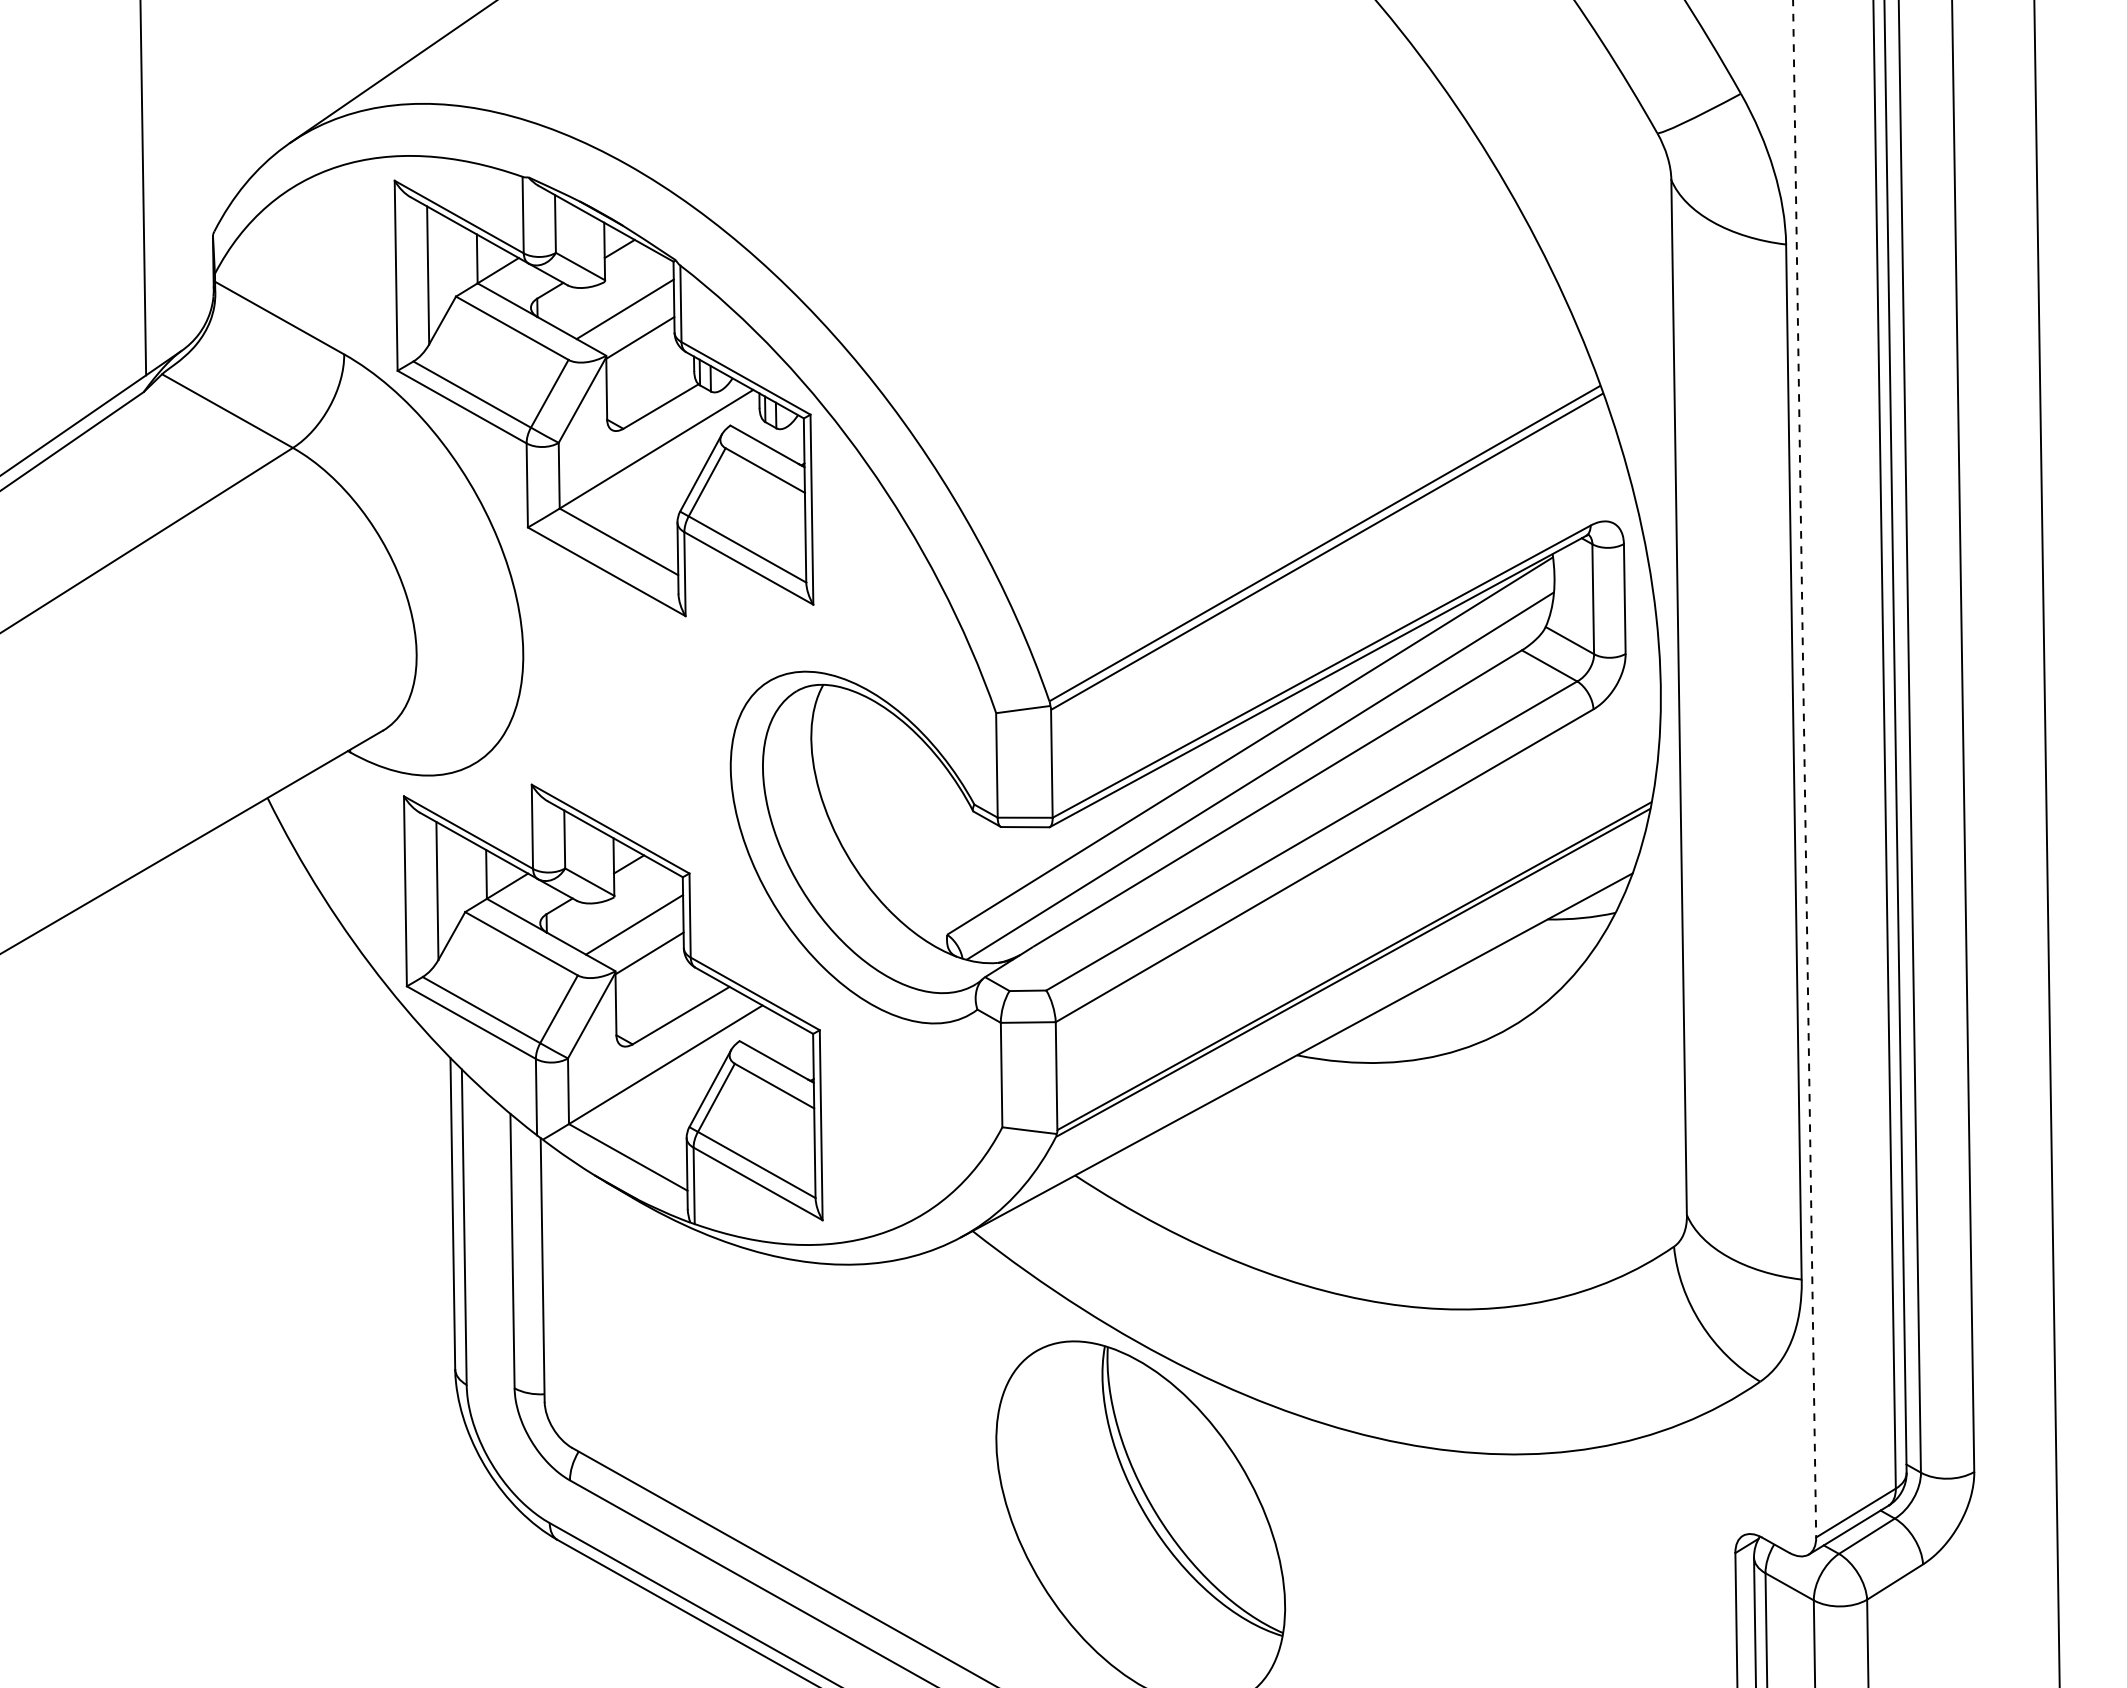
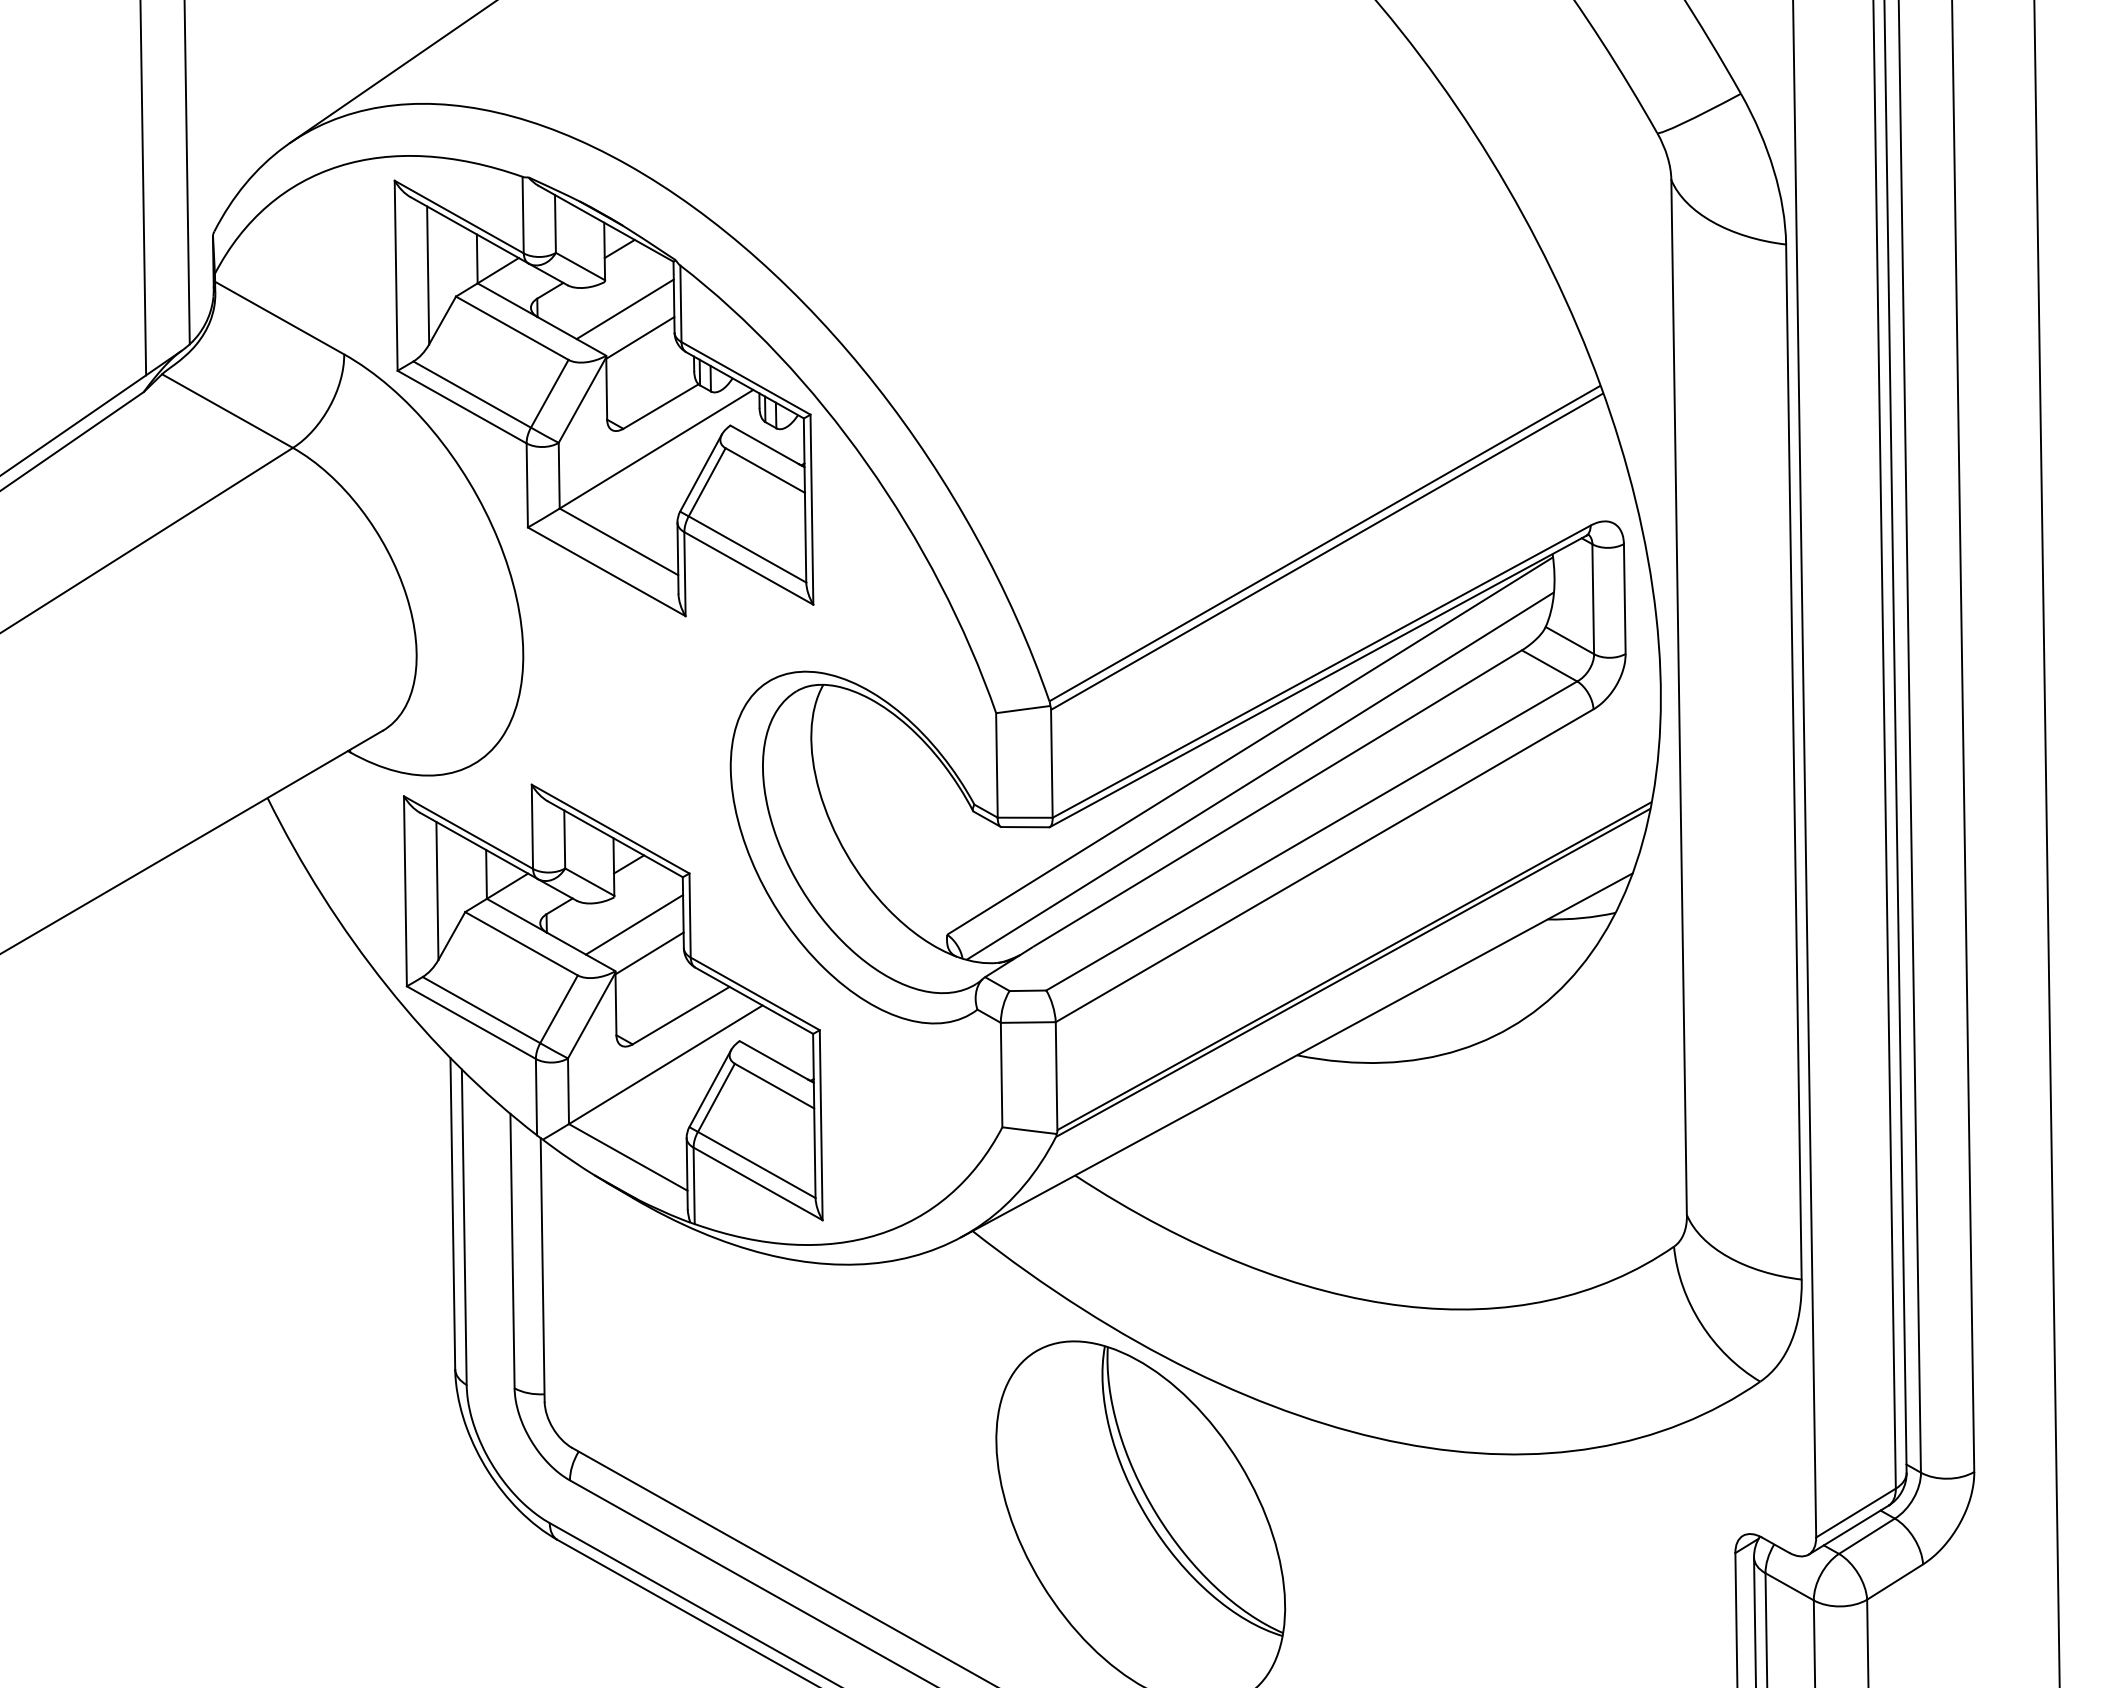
line at (186, 173): none -> present
line at (1804, 769): dashed -> solid
